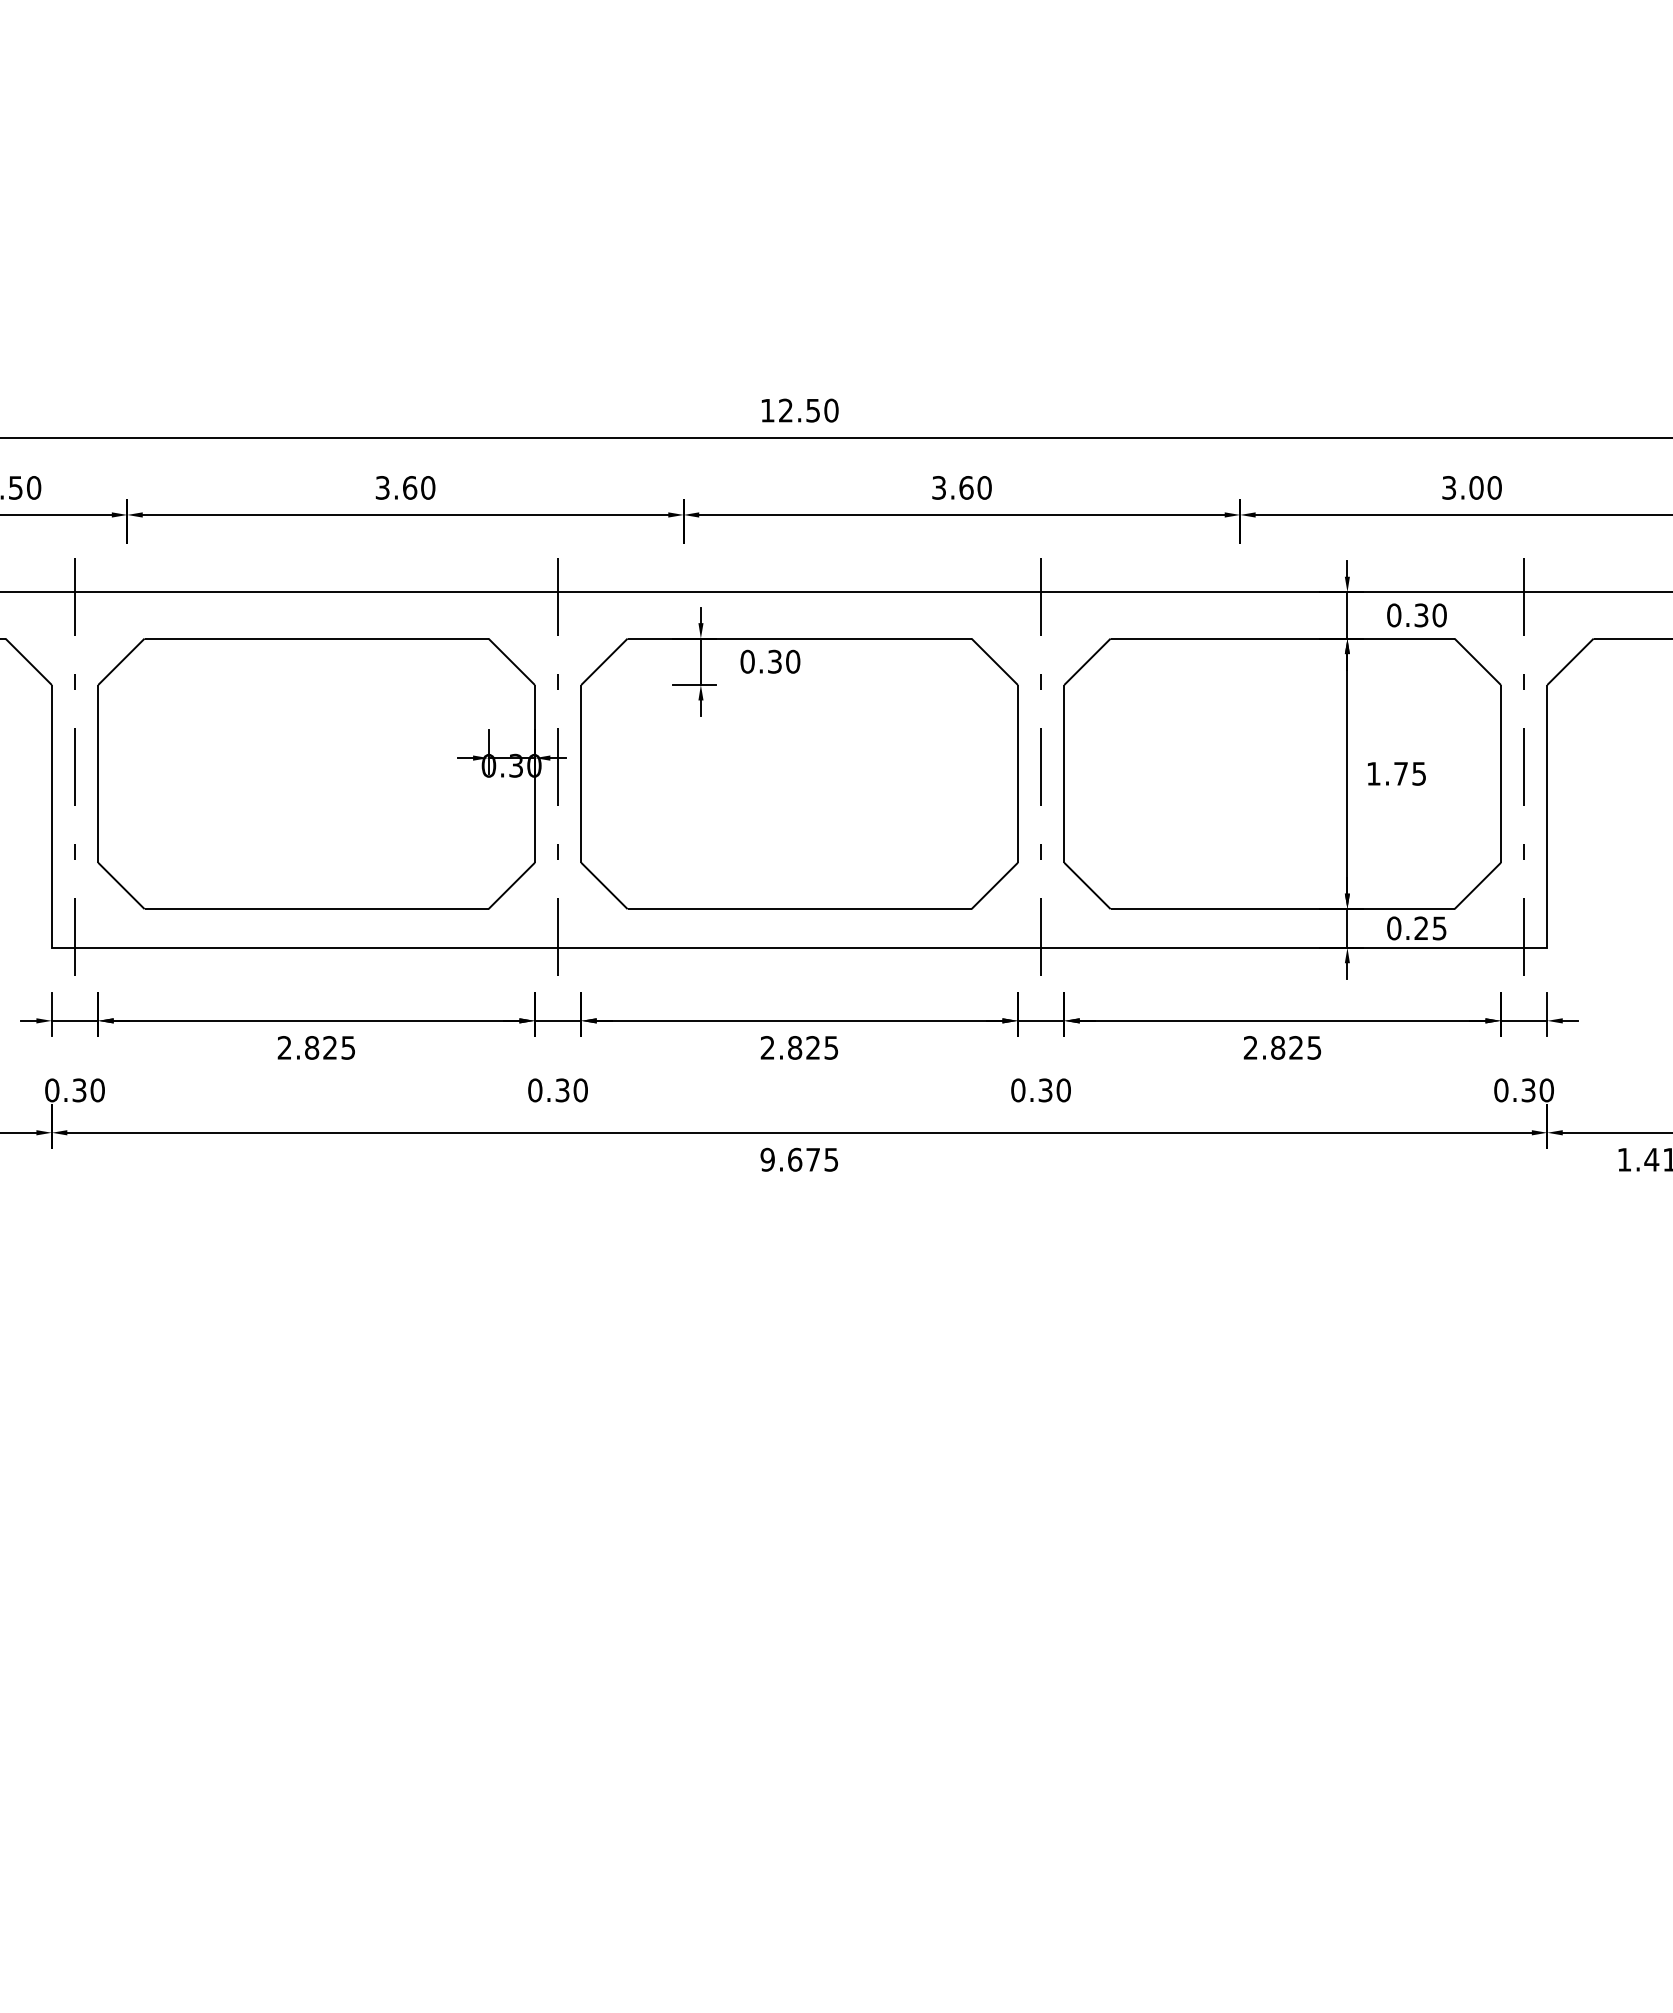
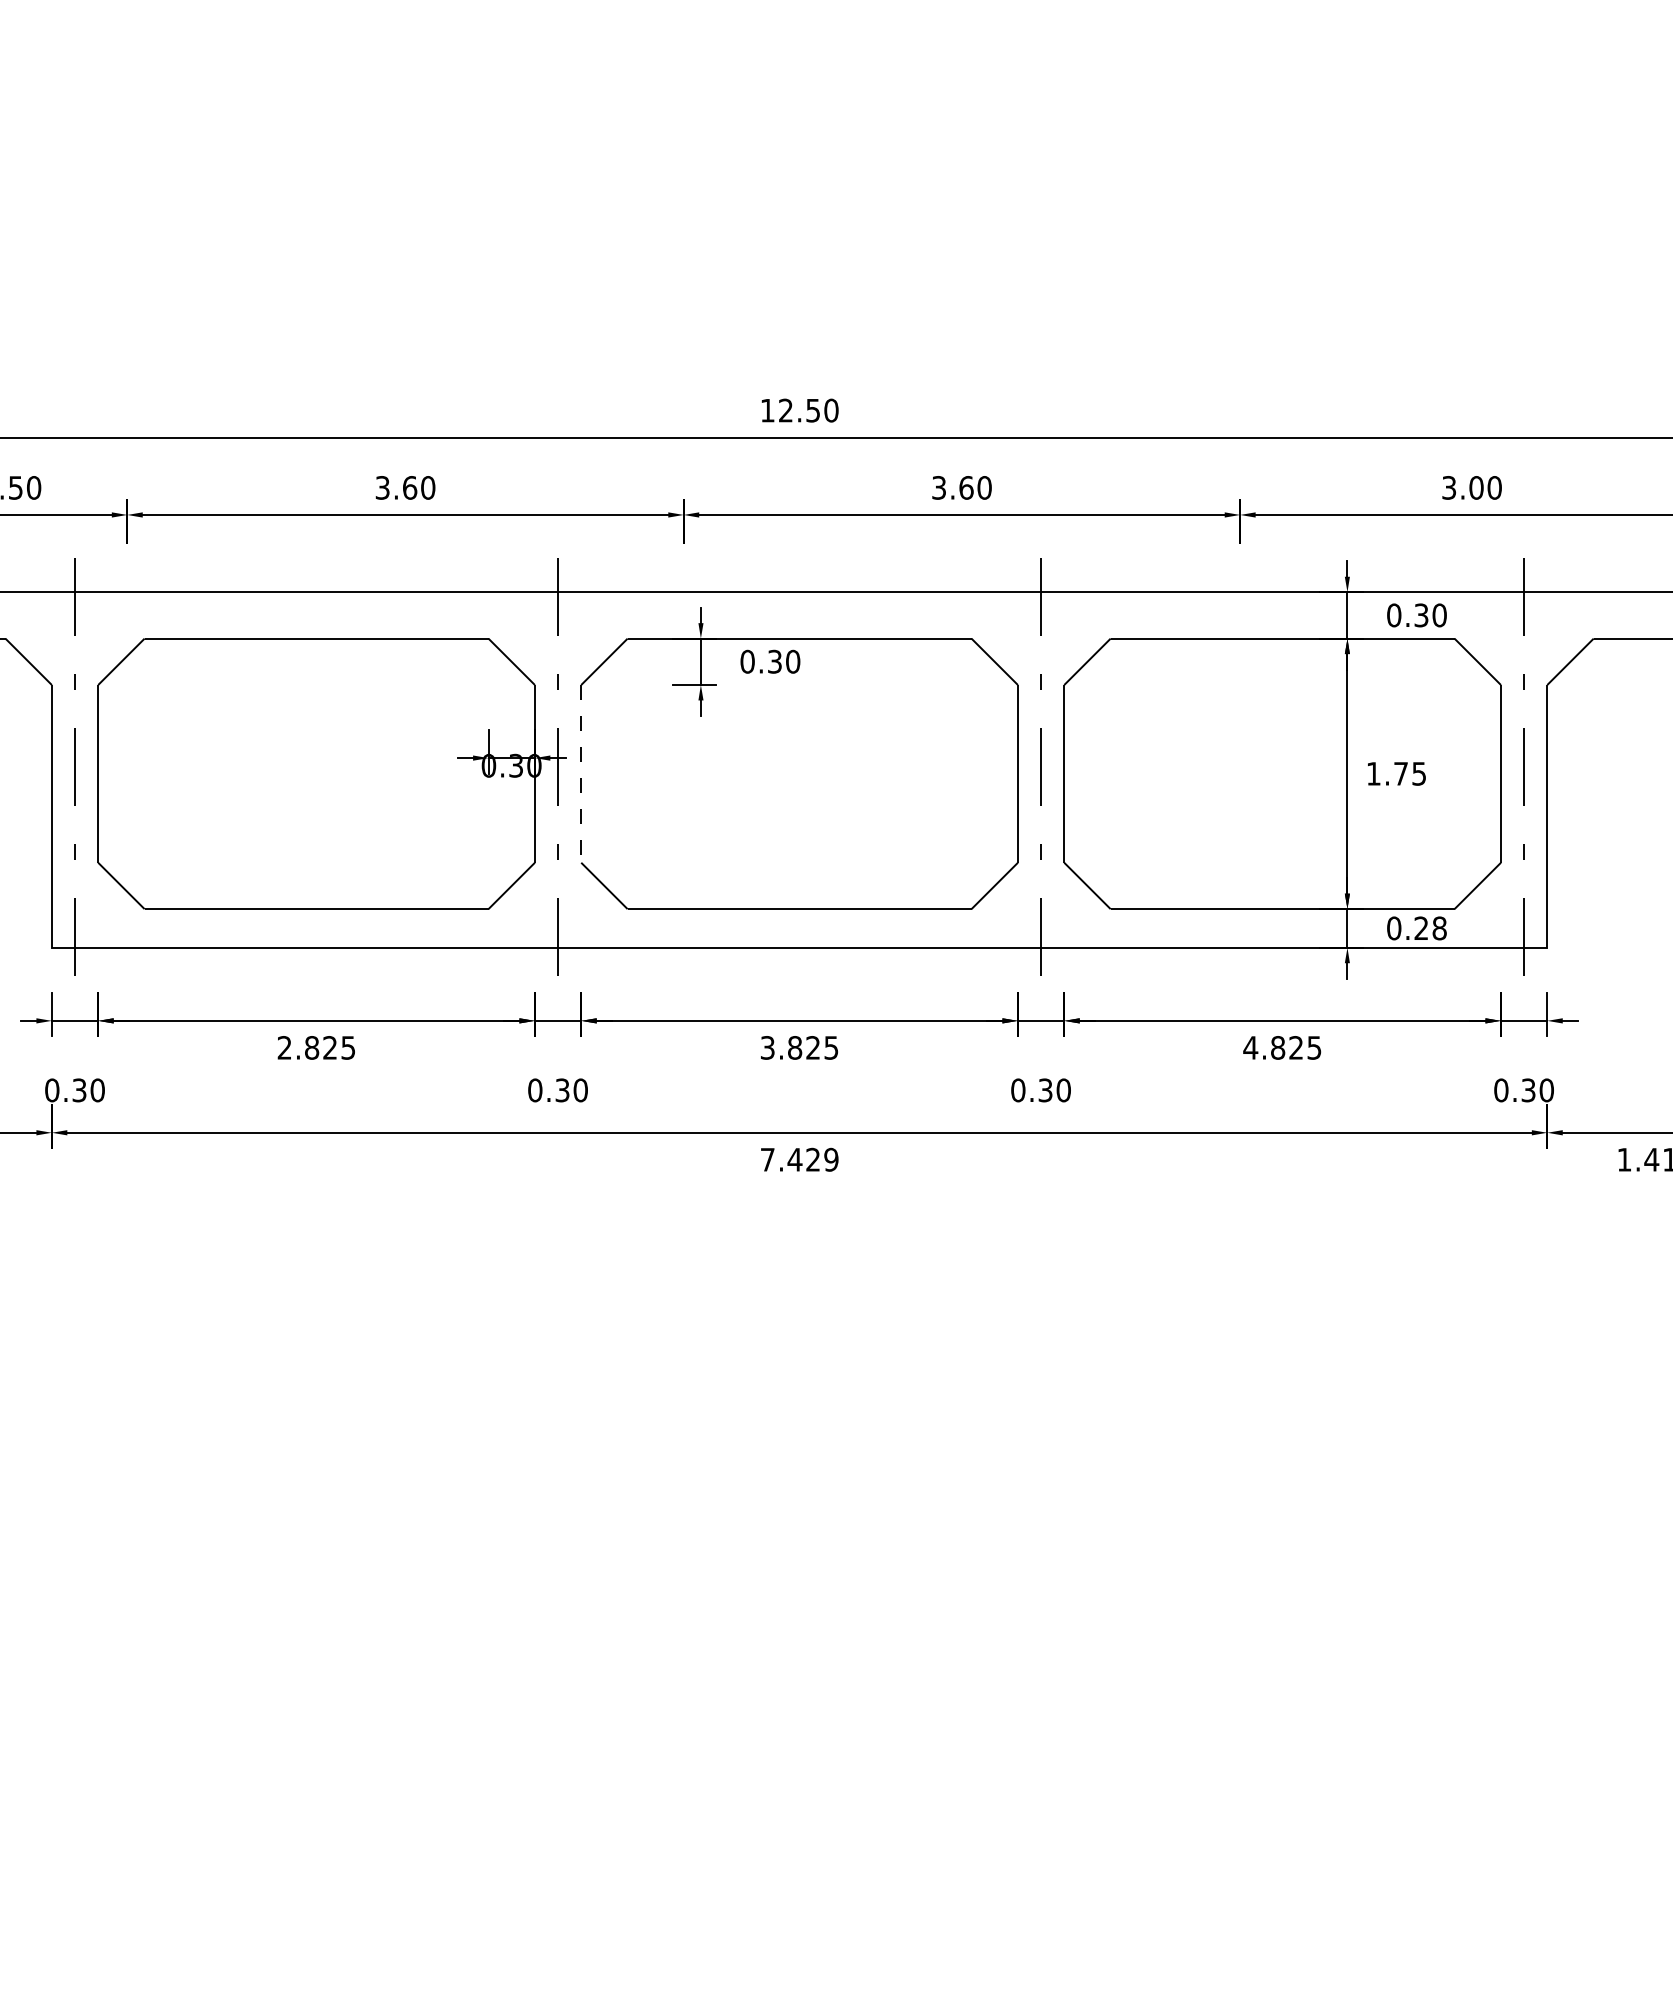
line at (581, 773): solid -> dashed
text at (1439, 928): 0.25 -> 0.28
text at (767, 1047): 2.825 -> 3.825
text at (1250, 1047): 2.825 -> 4.825
text at (799, 1159): 9.675 -> 7.429
